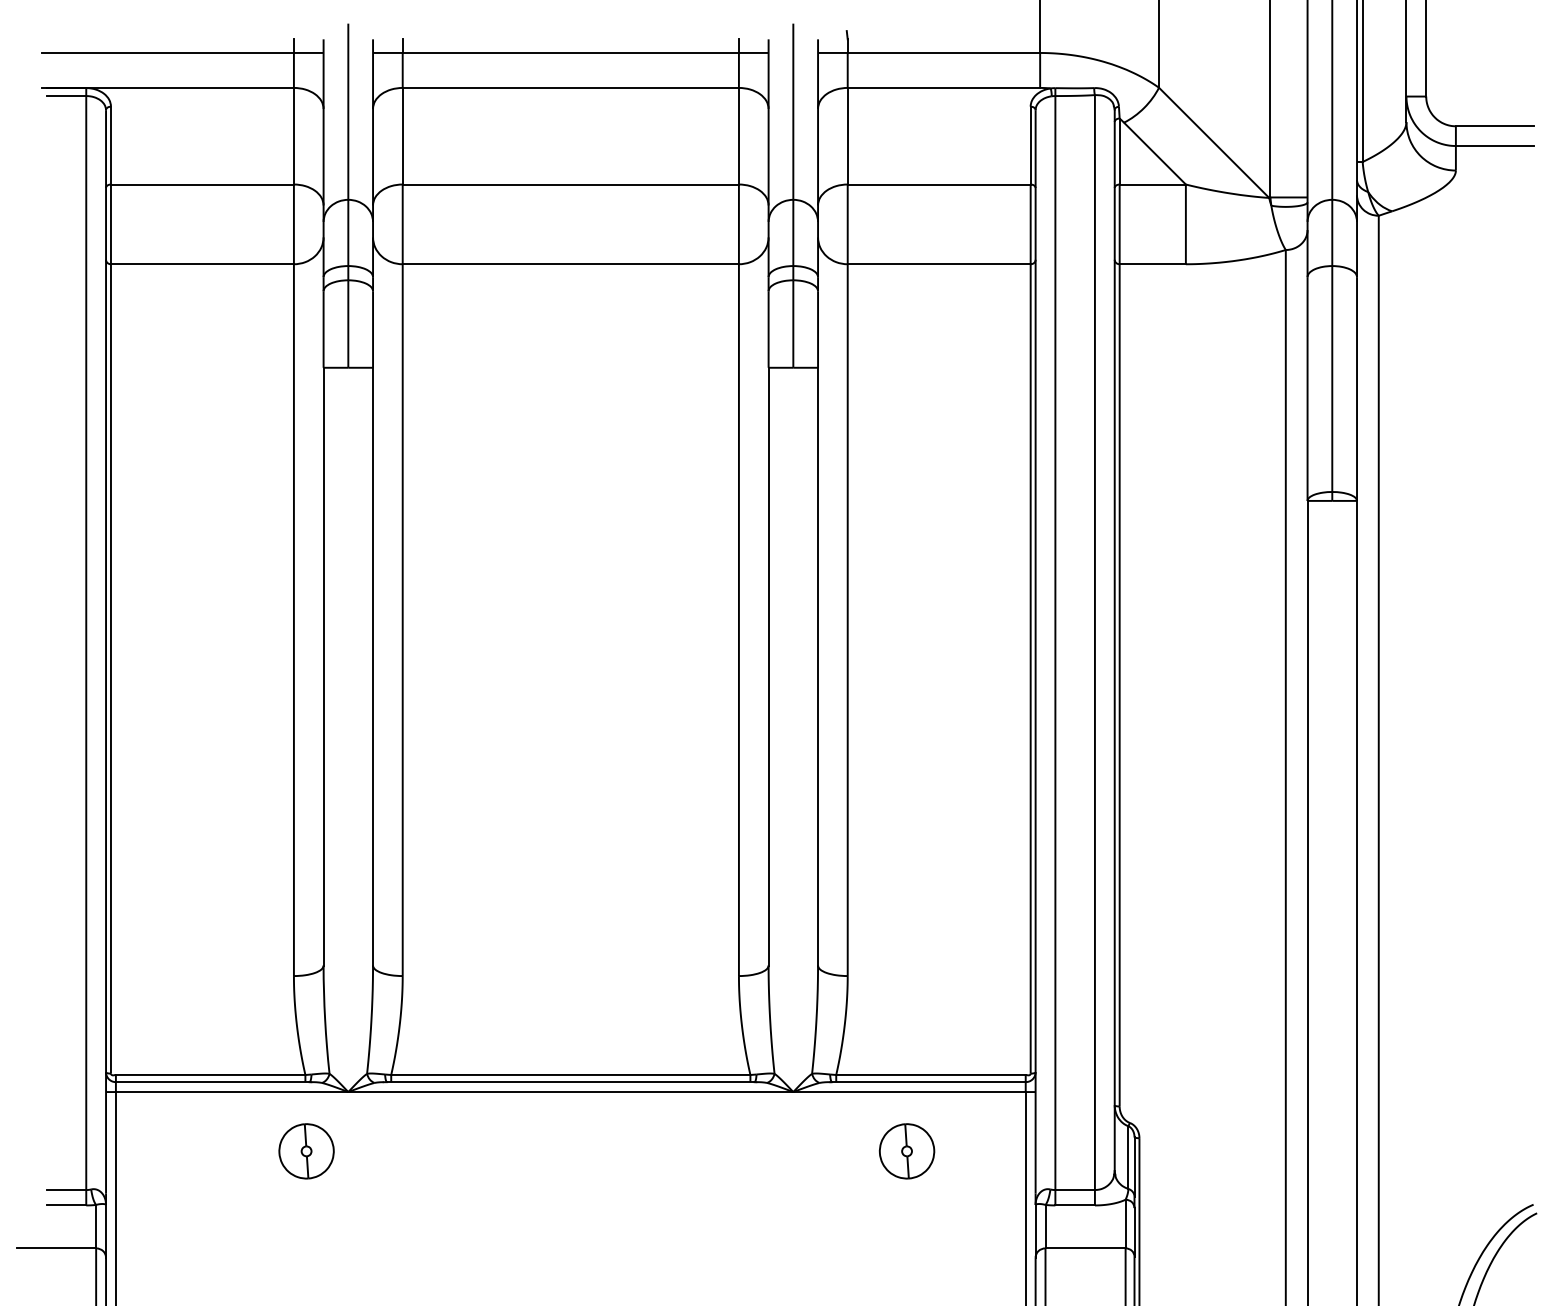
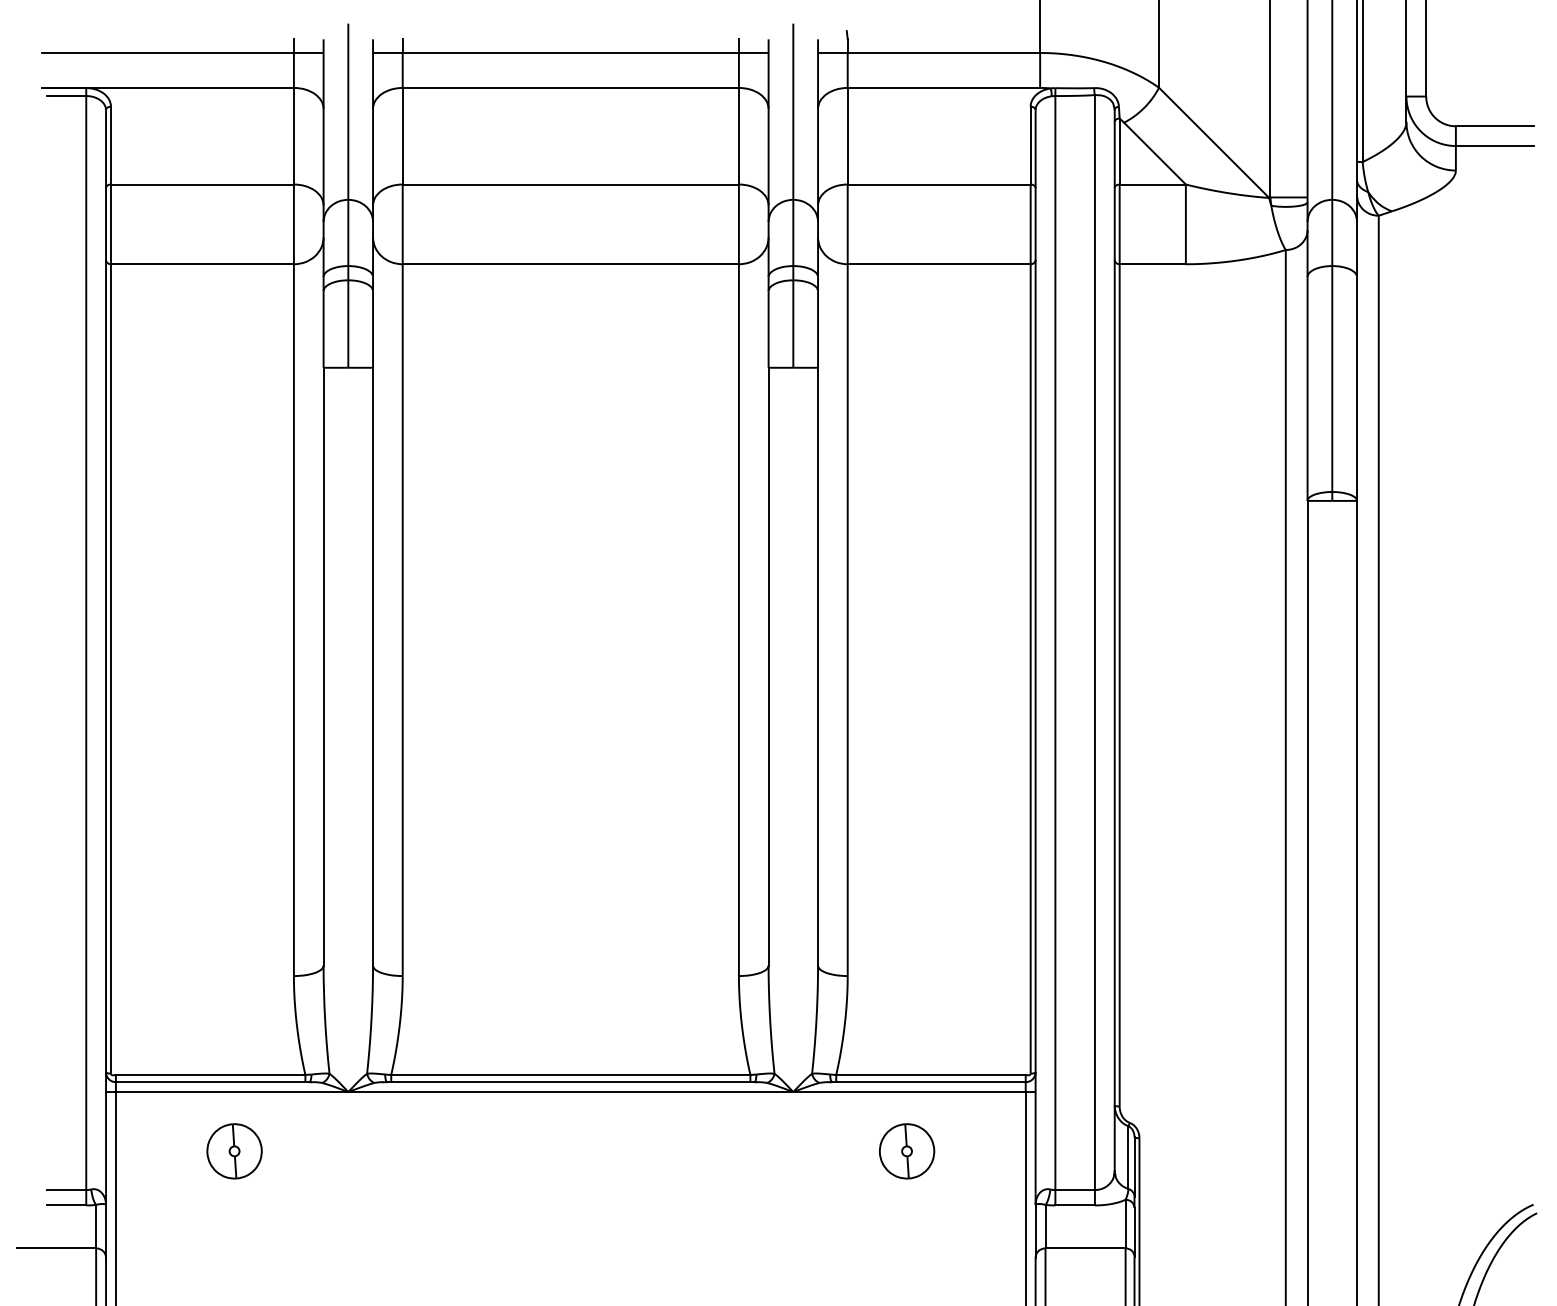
part at (306, 1151) position: (306, 1151) -> (234, 1151)
